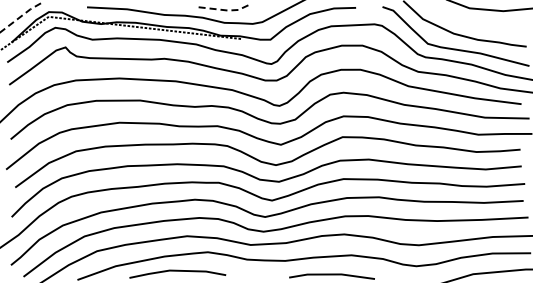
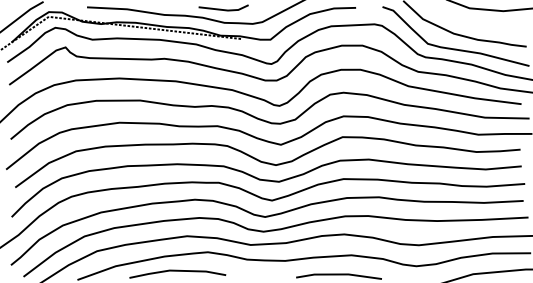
line at (226, 10): dashed -> solid
line at (22, 15): dashed -> solid
line at (331, 275) position: (331, 275) -> (338, 275)
